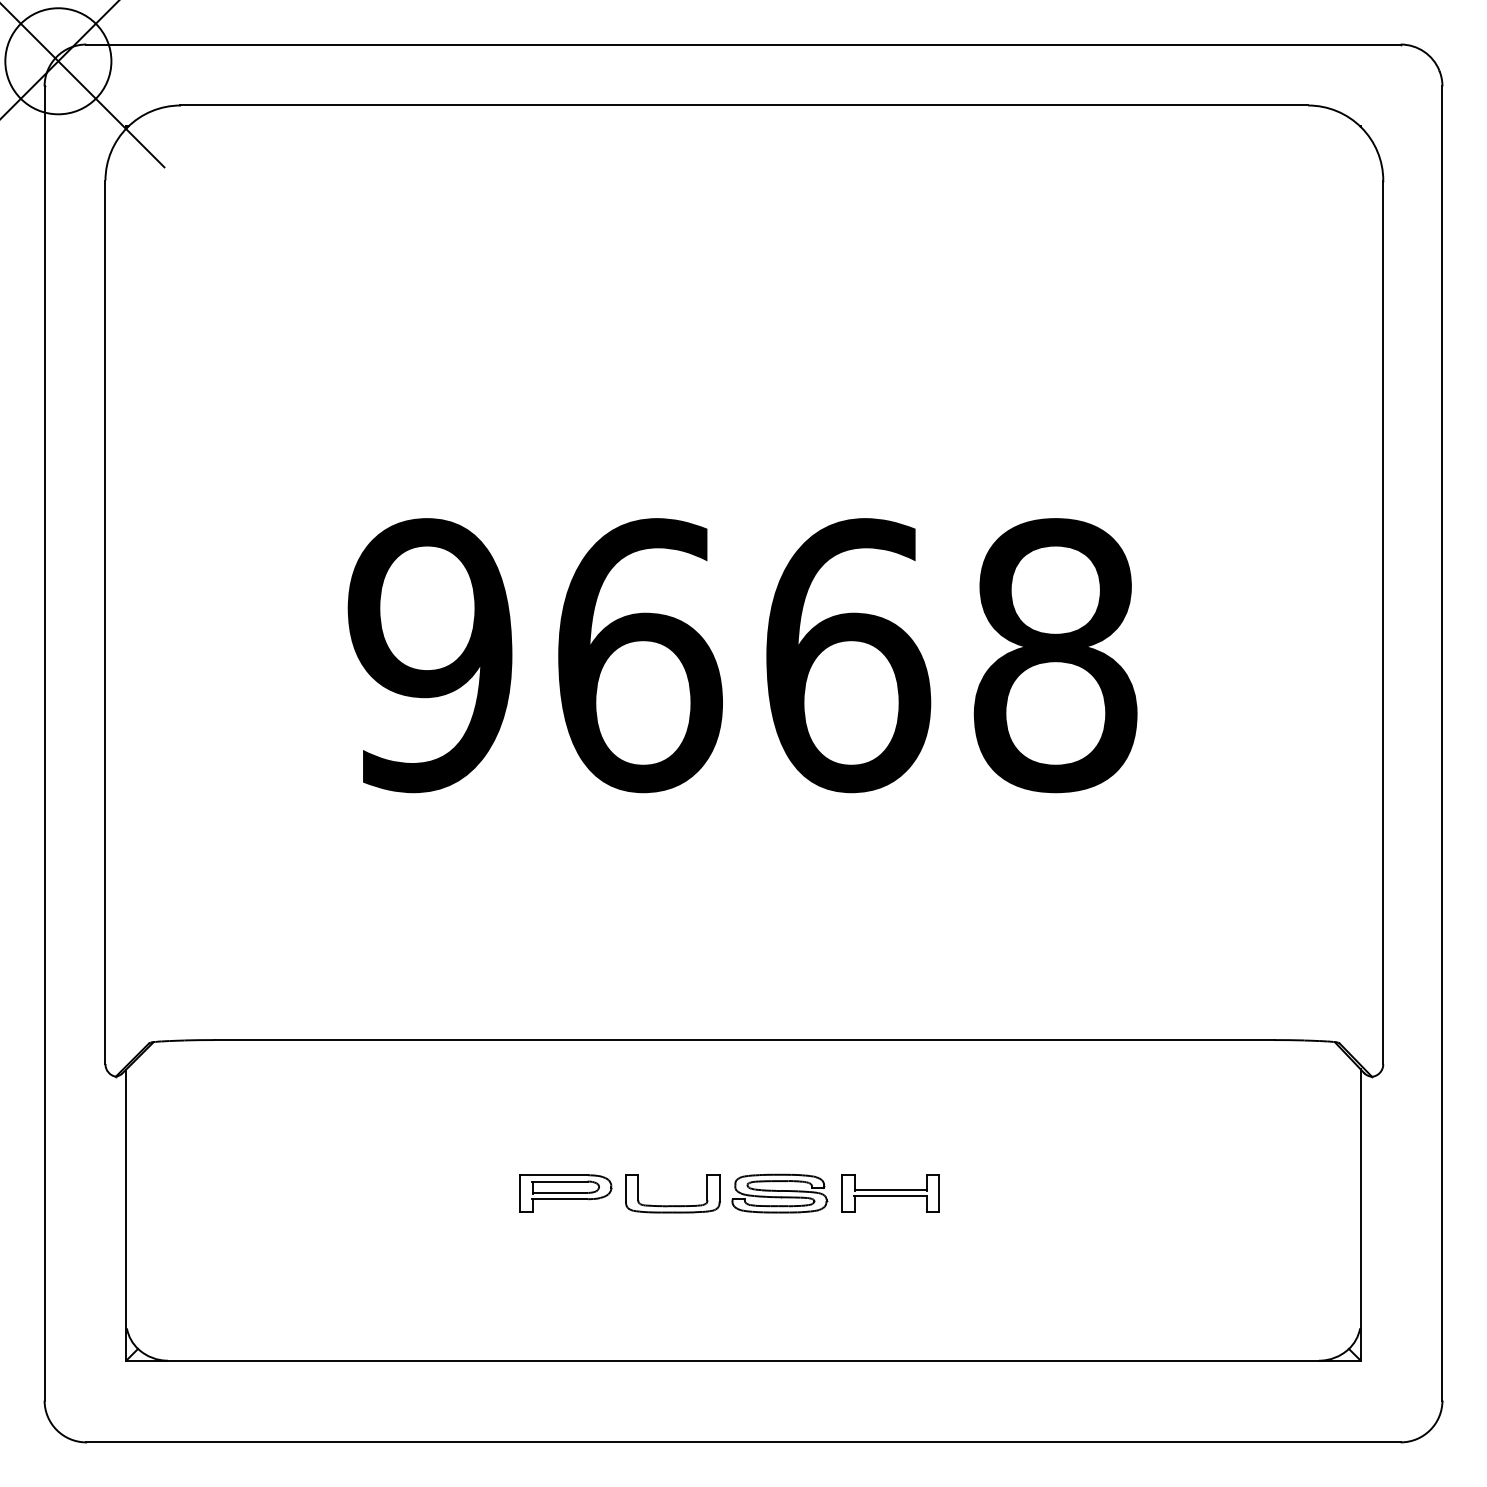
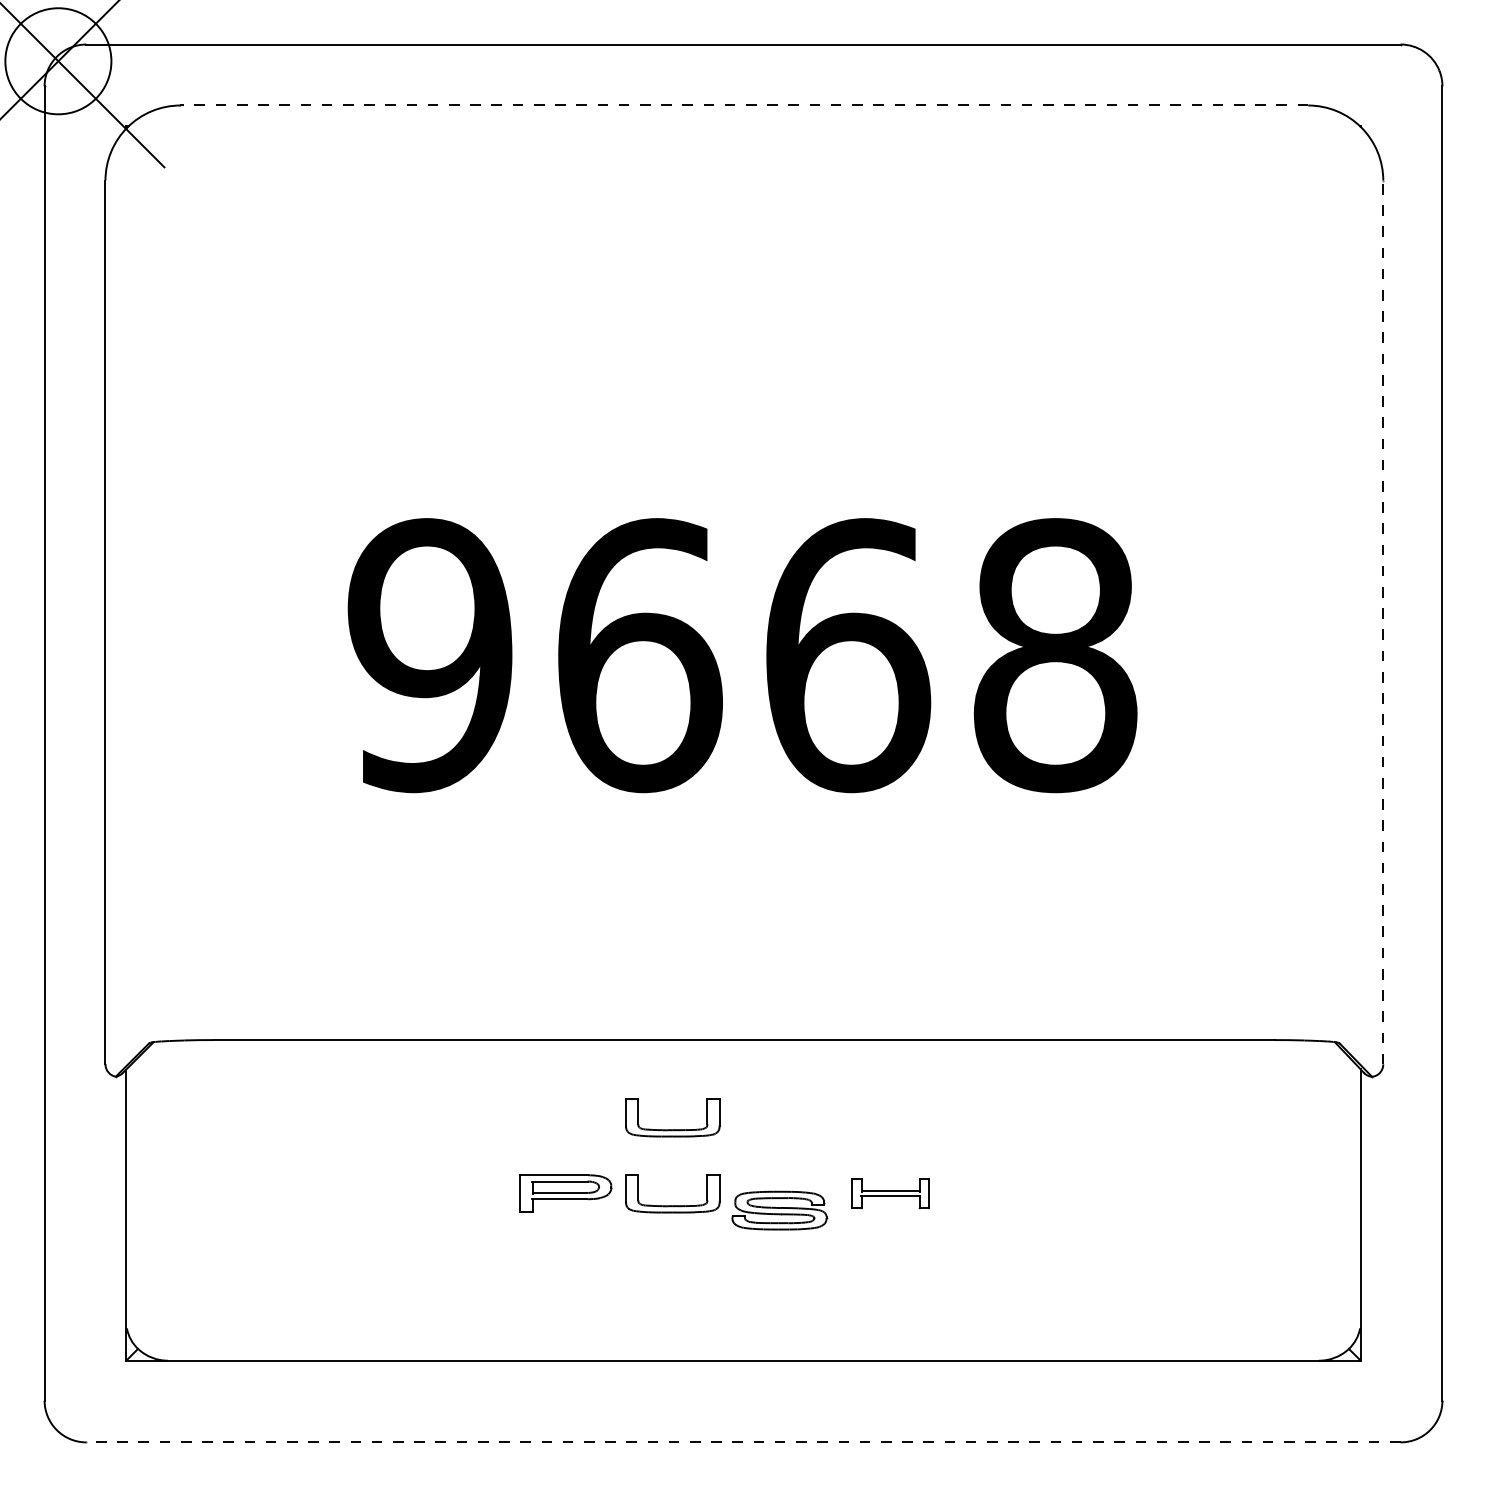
line at (744, 105): solid -> dashed
line at (1383, 622): solid -> dashed
part at (672, 1129): none -> present
part at (779, 1193) position: (779, 1193) -> (779, 1210)
part at (890, 1193) size: 99x39 px -> 79x32 px
line at (743, 1442): solid -> dashed
